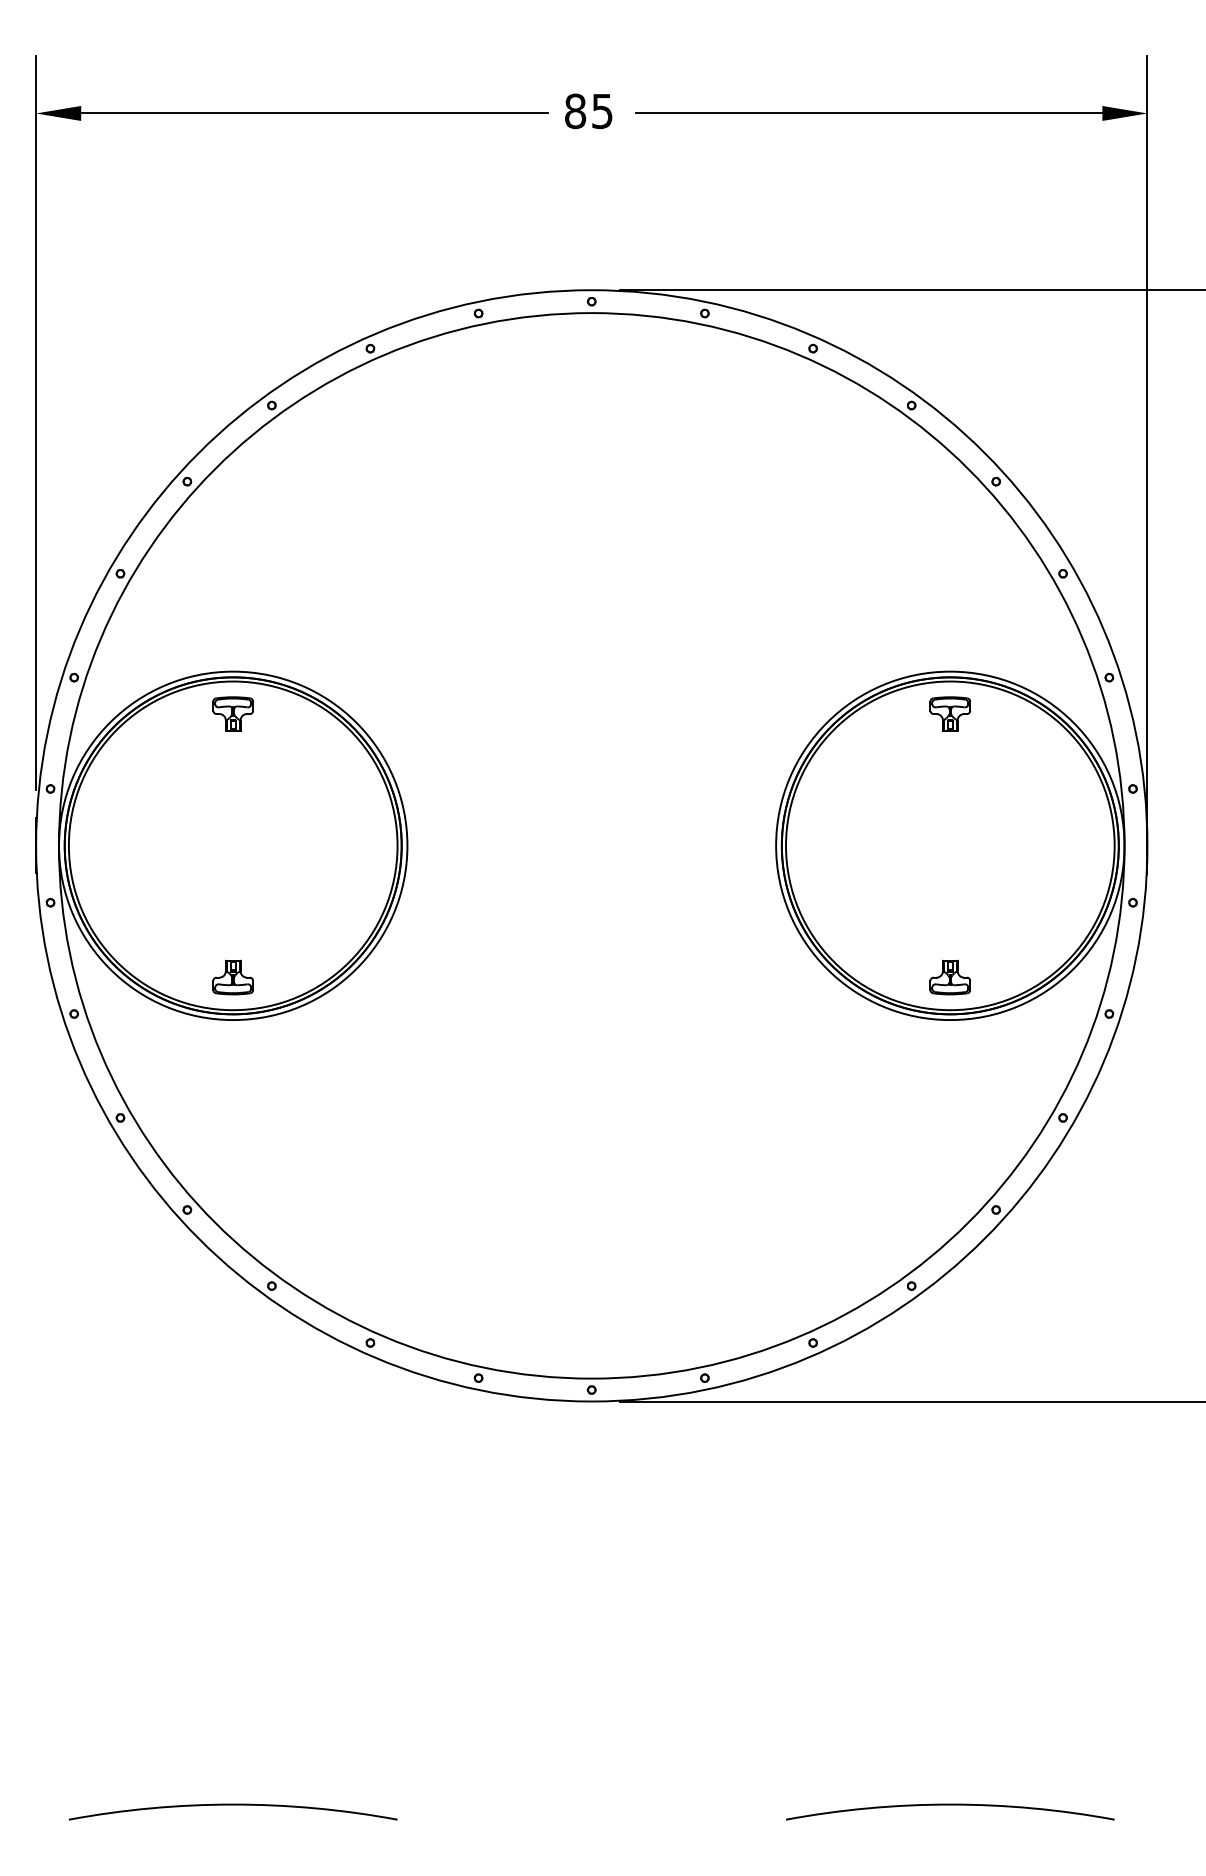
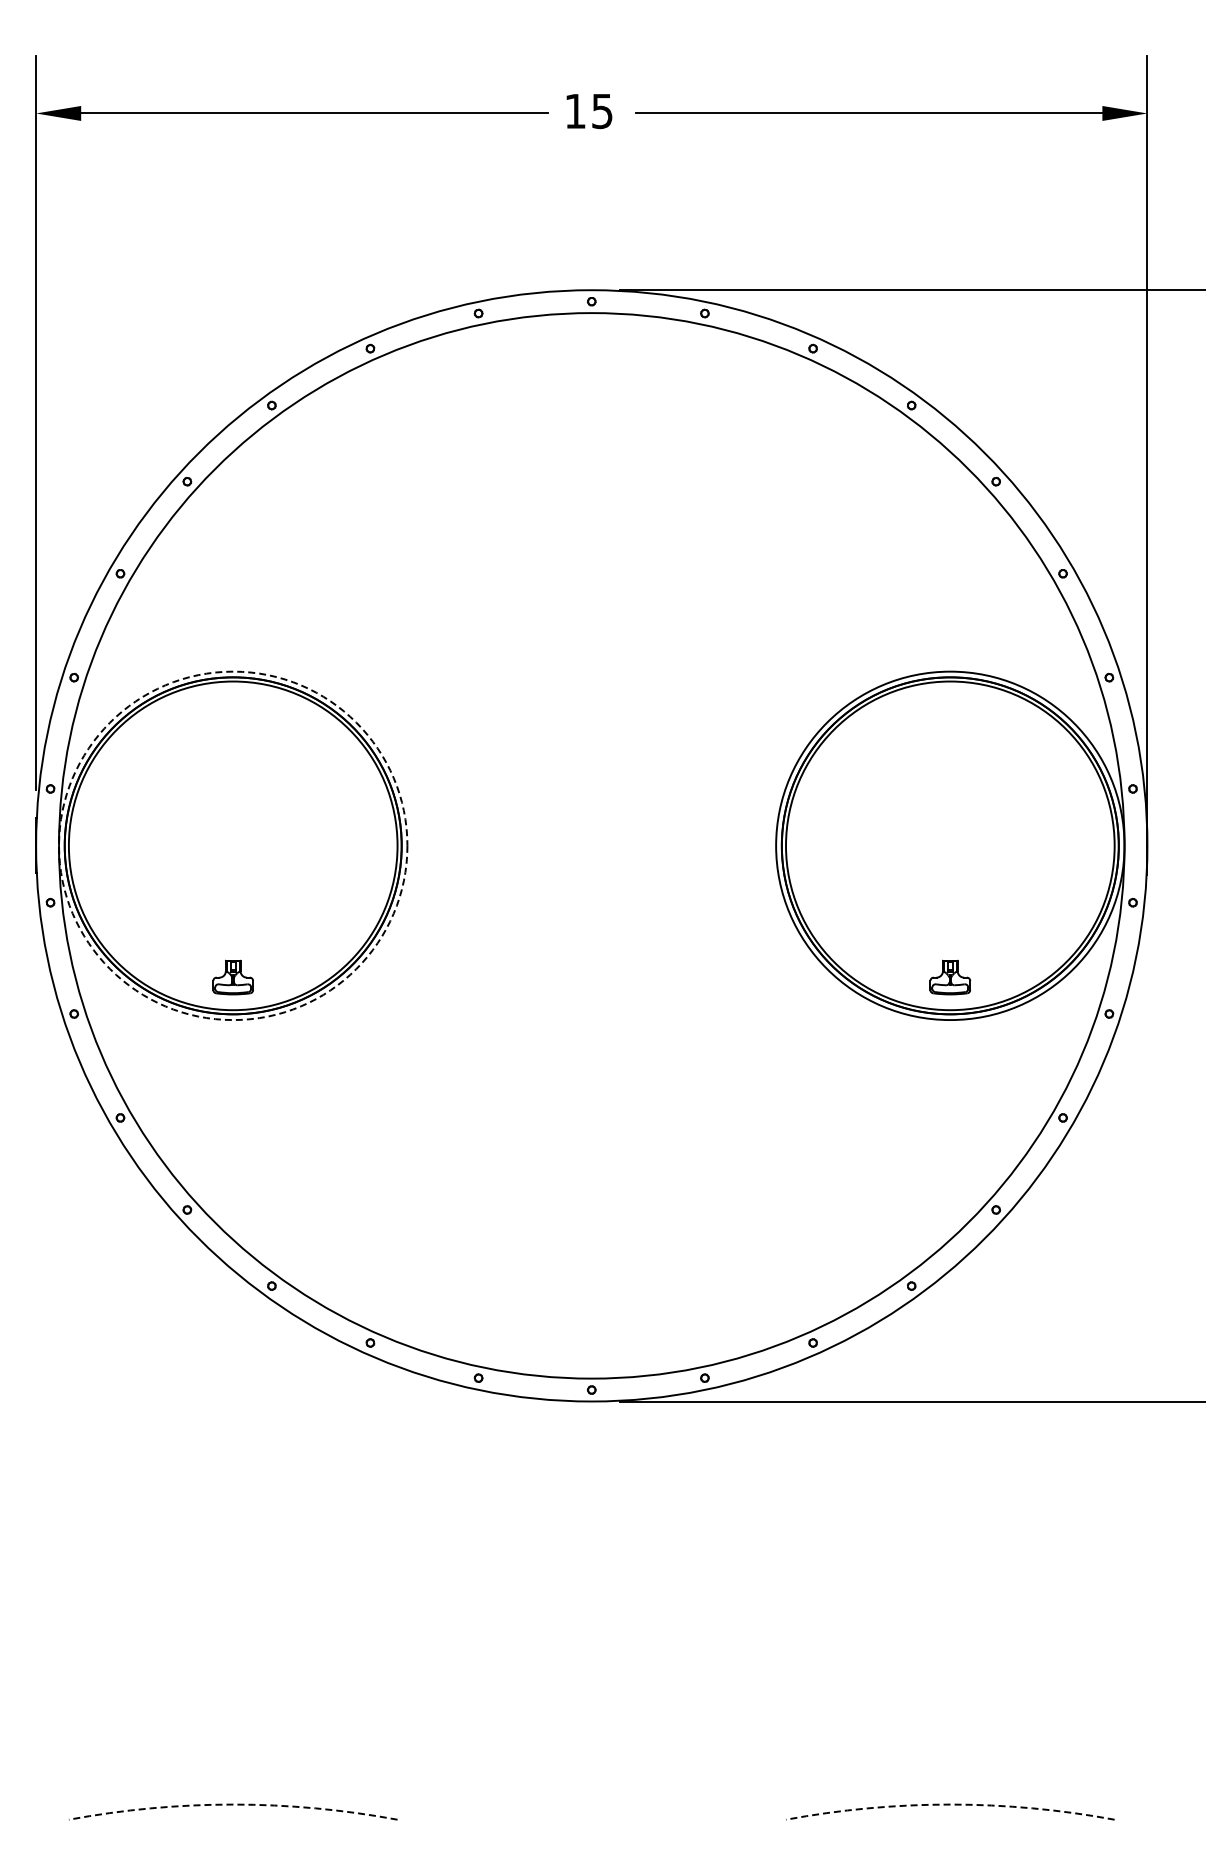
text at (575, 111): 85 -> 15
part at (232, 713): present -> none
part at (949, 713): present -> none
circle at (233, 845): solid -> dashed
arc at (233, 1804): solid -> dashed
arc at (950, 1804): solid -> dashed
